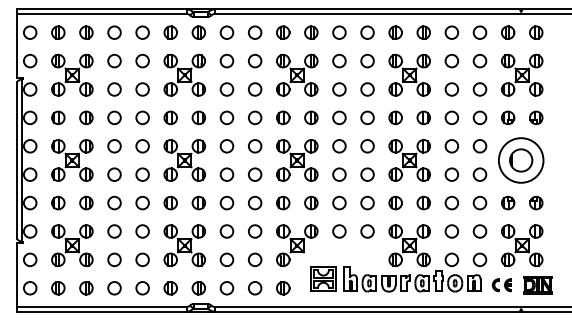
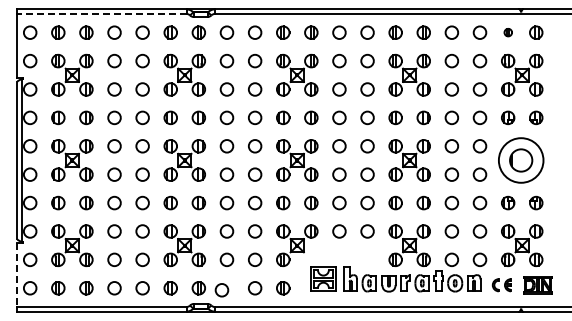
line at (101, 13): solid -> dashed
part at (508, 32) size: 15x15 px -> 10x10 px
line at (17, 275): solid -> dashed
circle at (226, 288) position: (226, 288) -> (221, 290)
